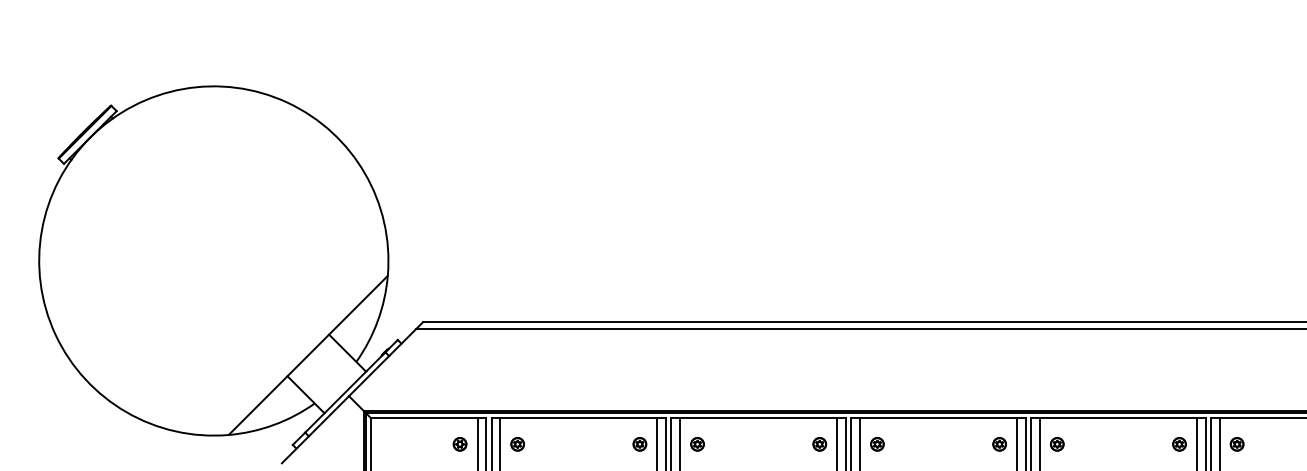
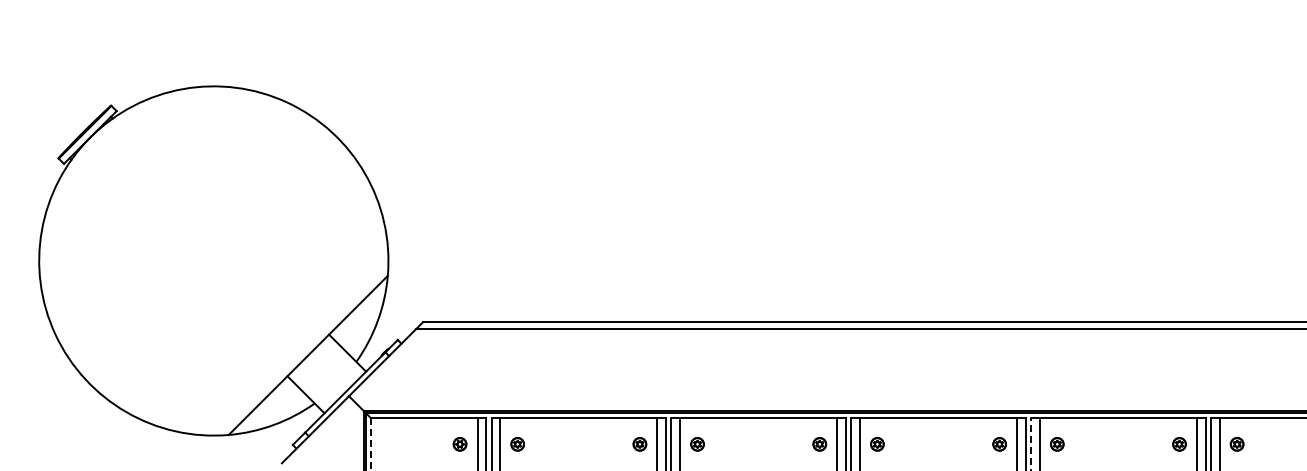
line at (371, 444): solid -> dashed
line at (1031, 444): solid -> dashed
